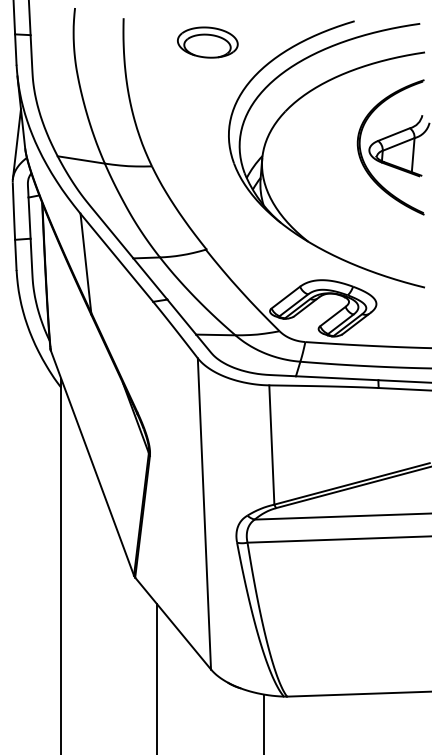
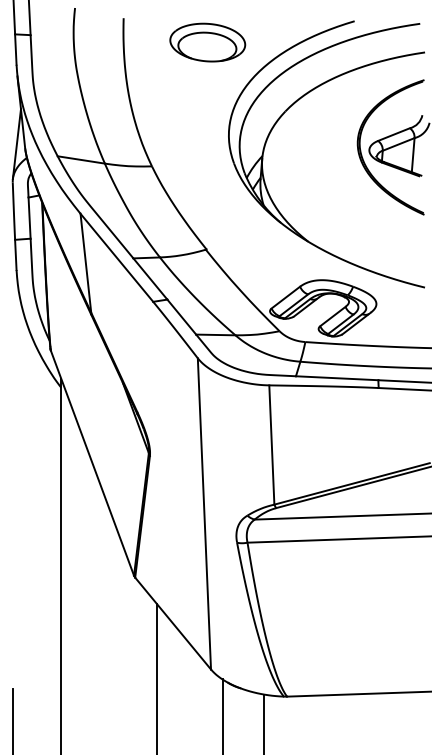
part at (207, 42) size: 62x33 px -> 78x41 px
line at (222, 715): none -> present
line at (12, 719): none -> present
